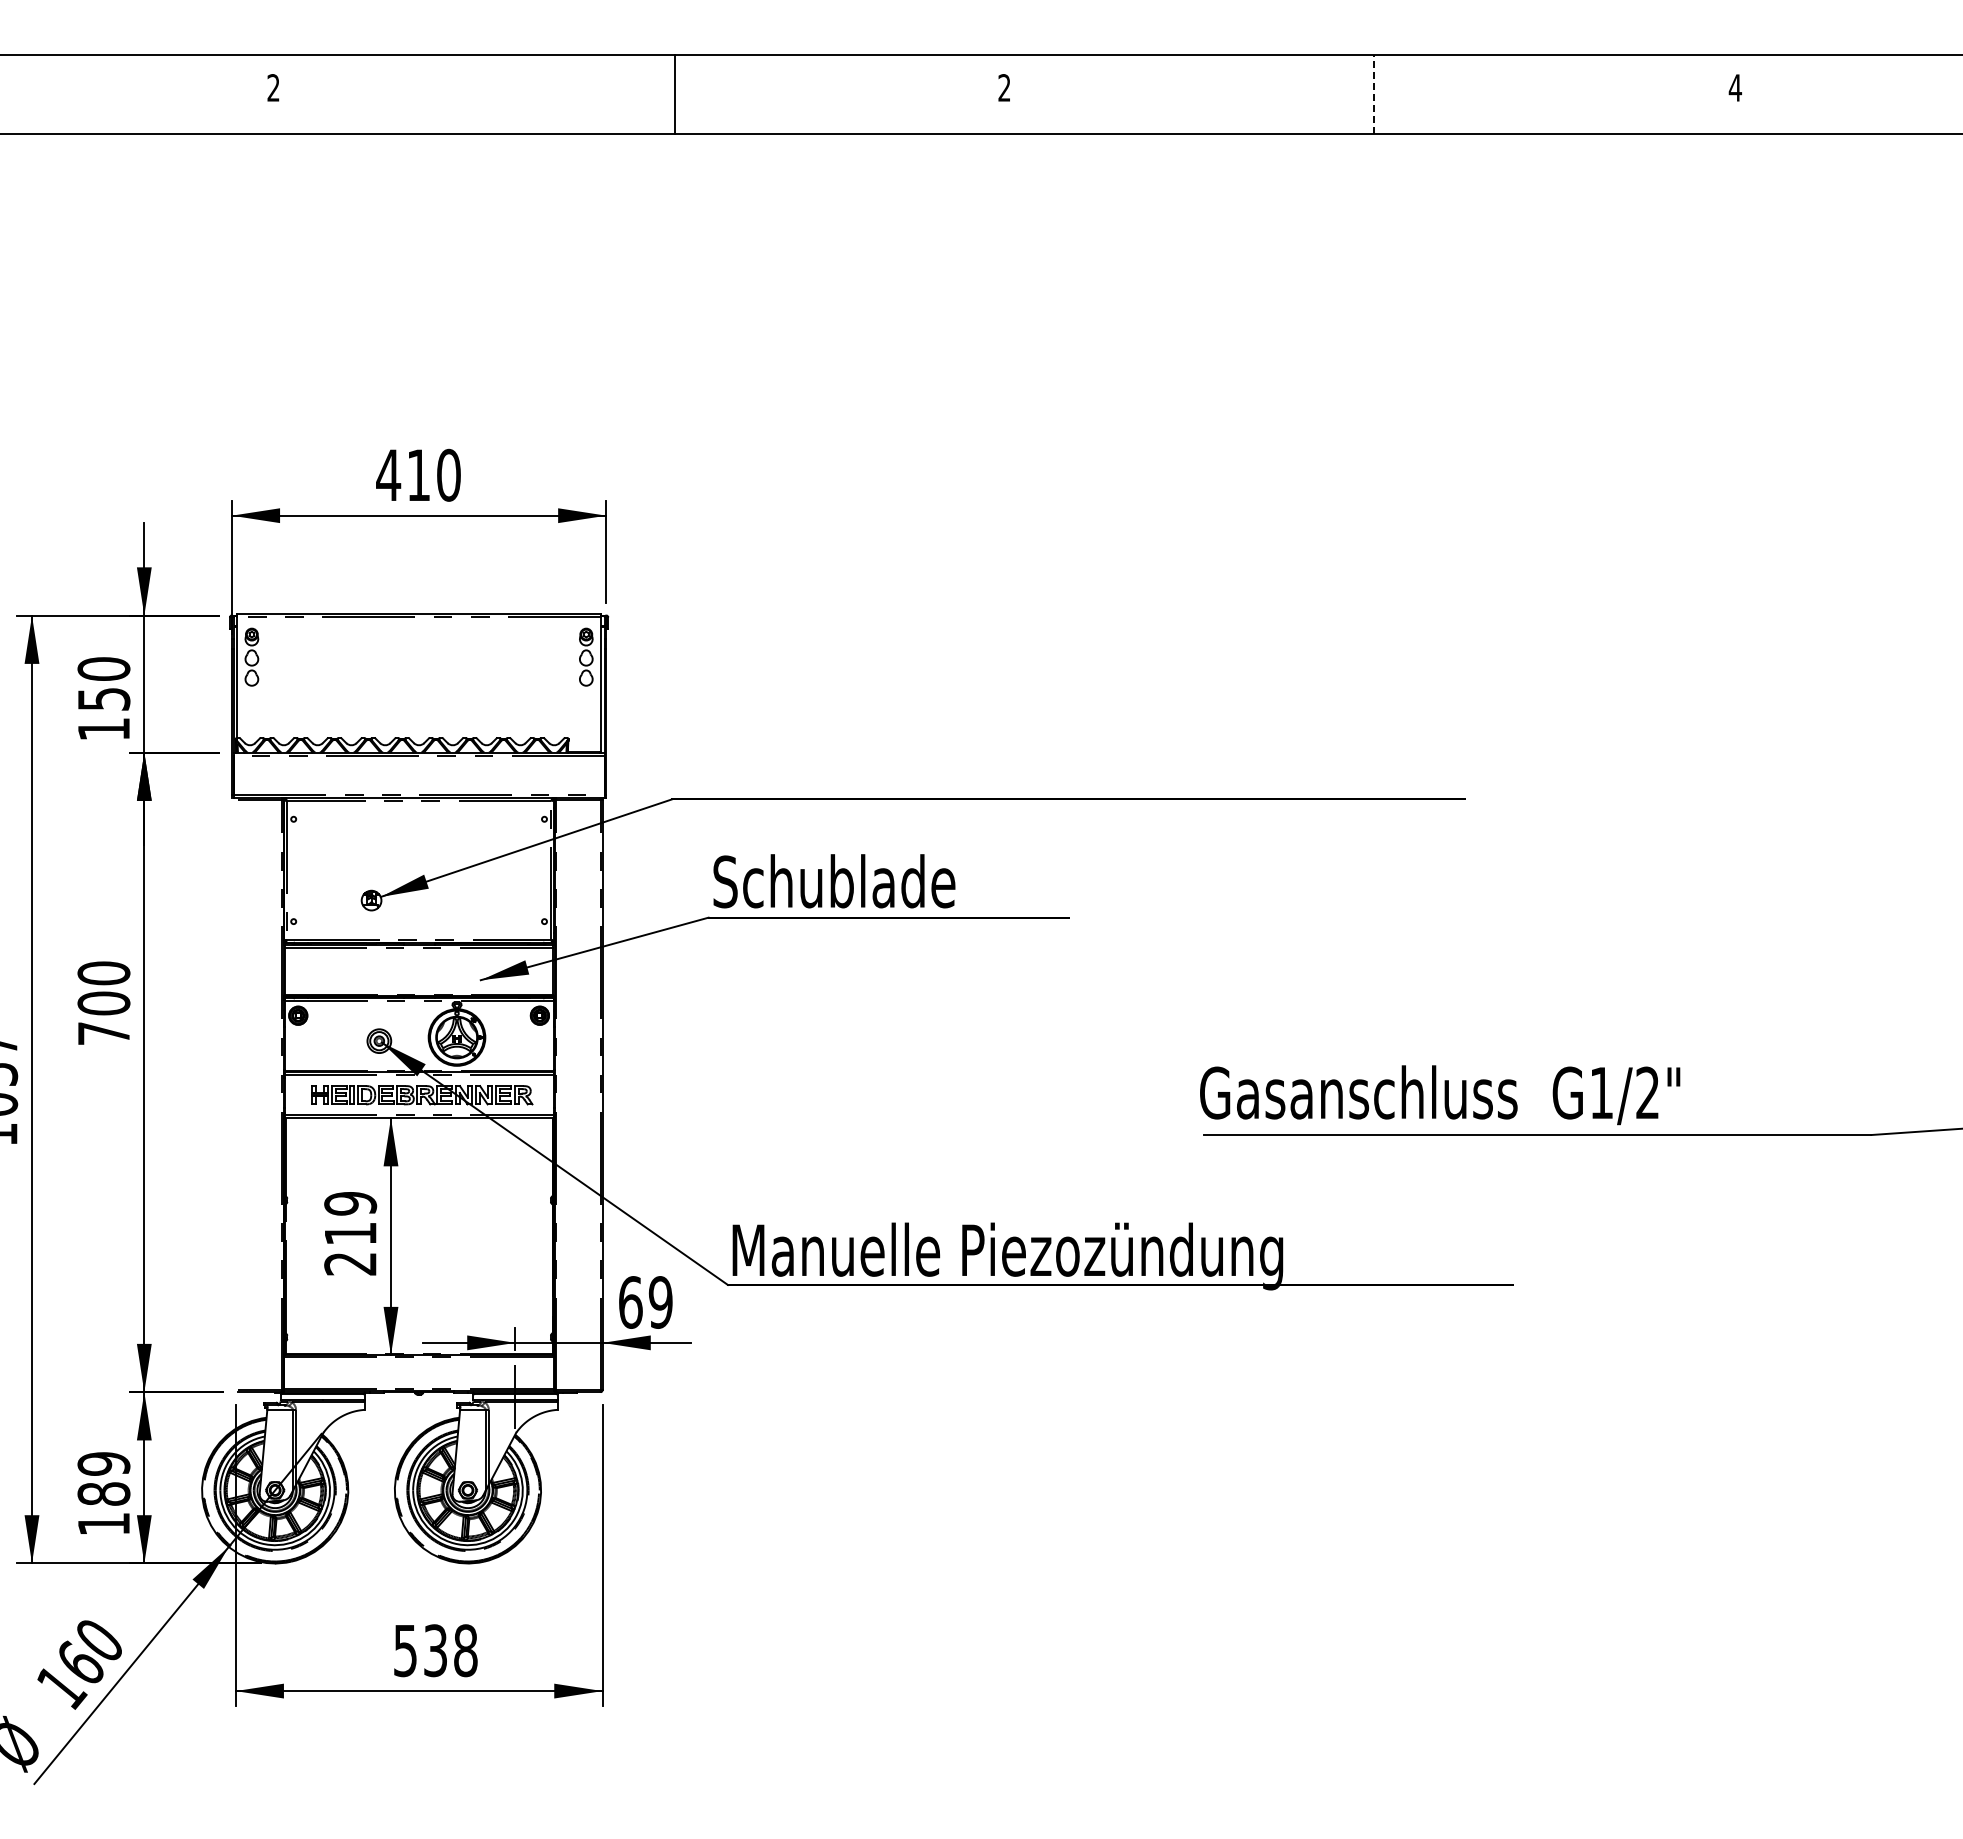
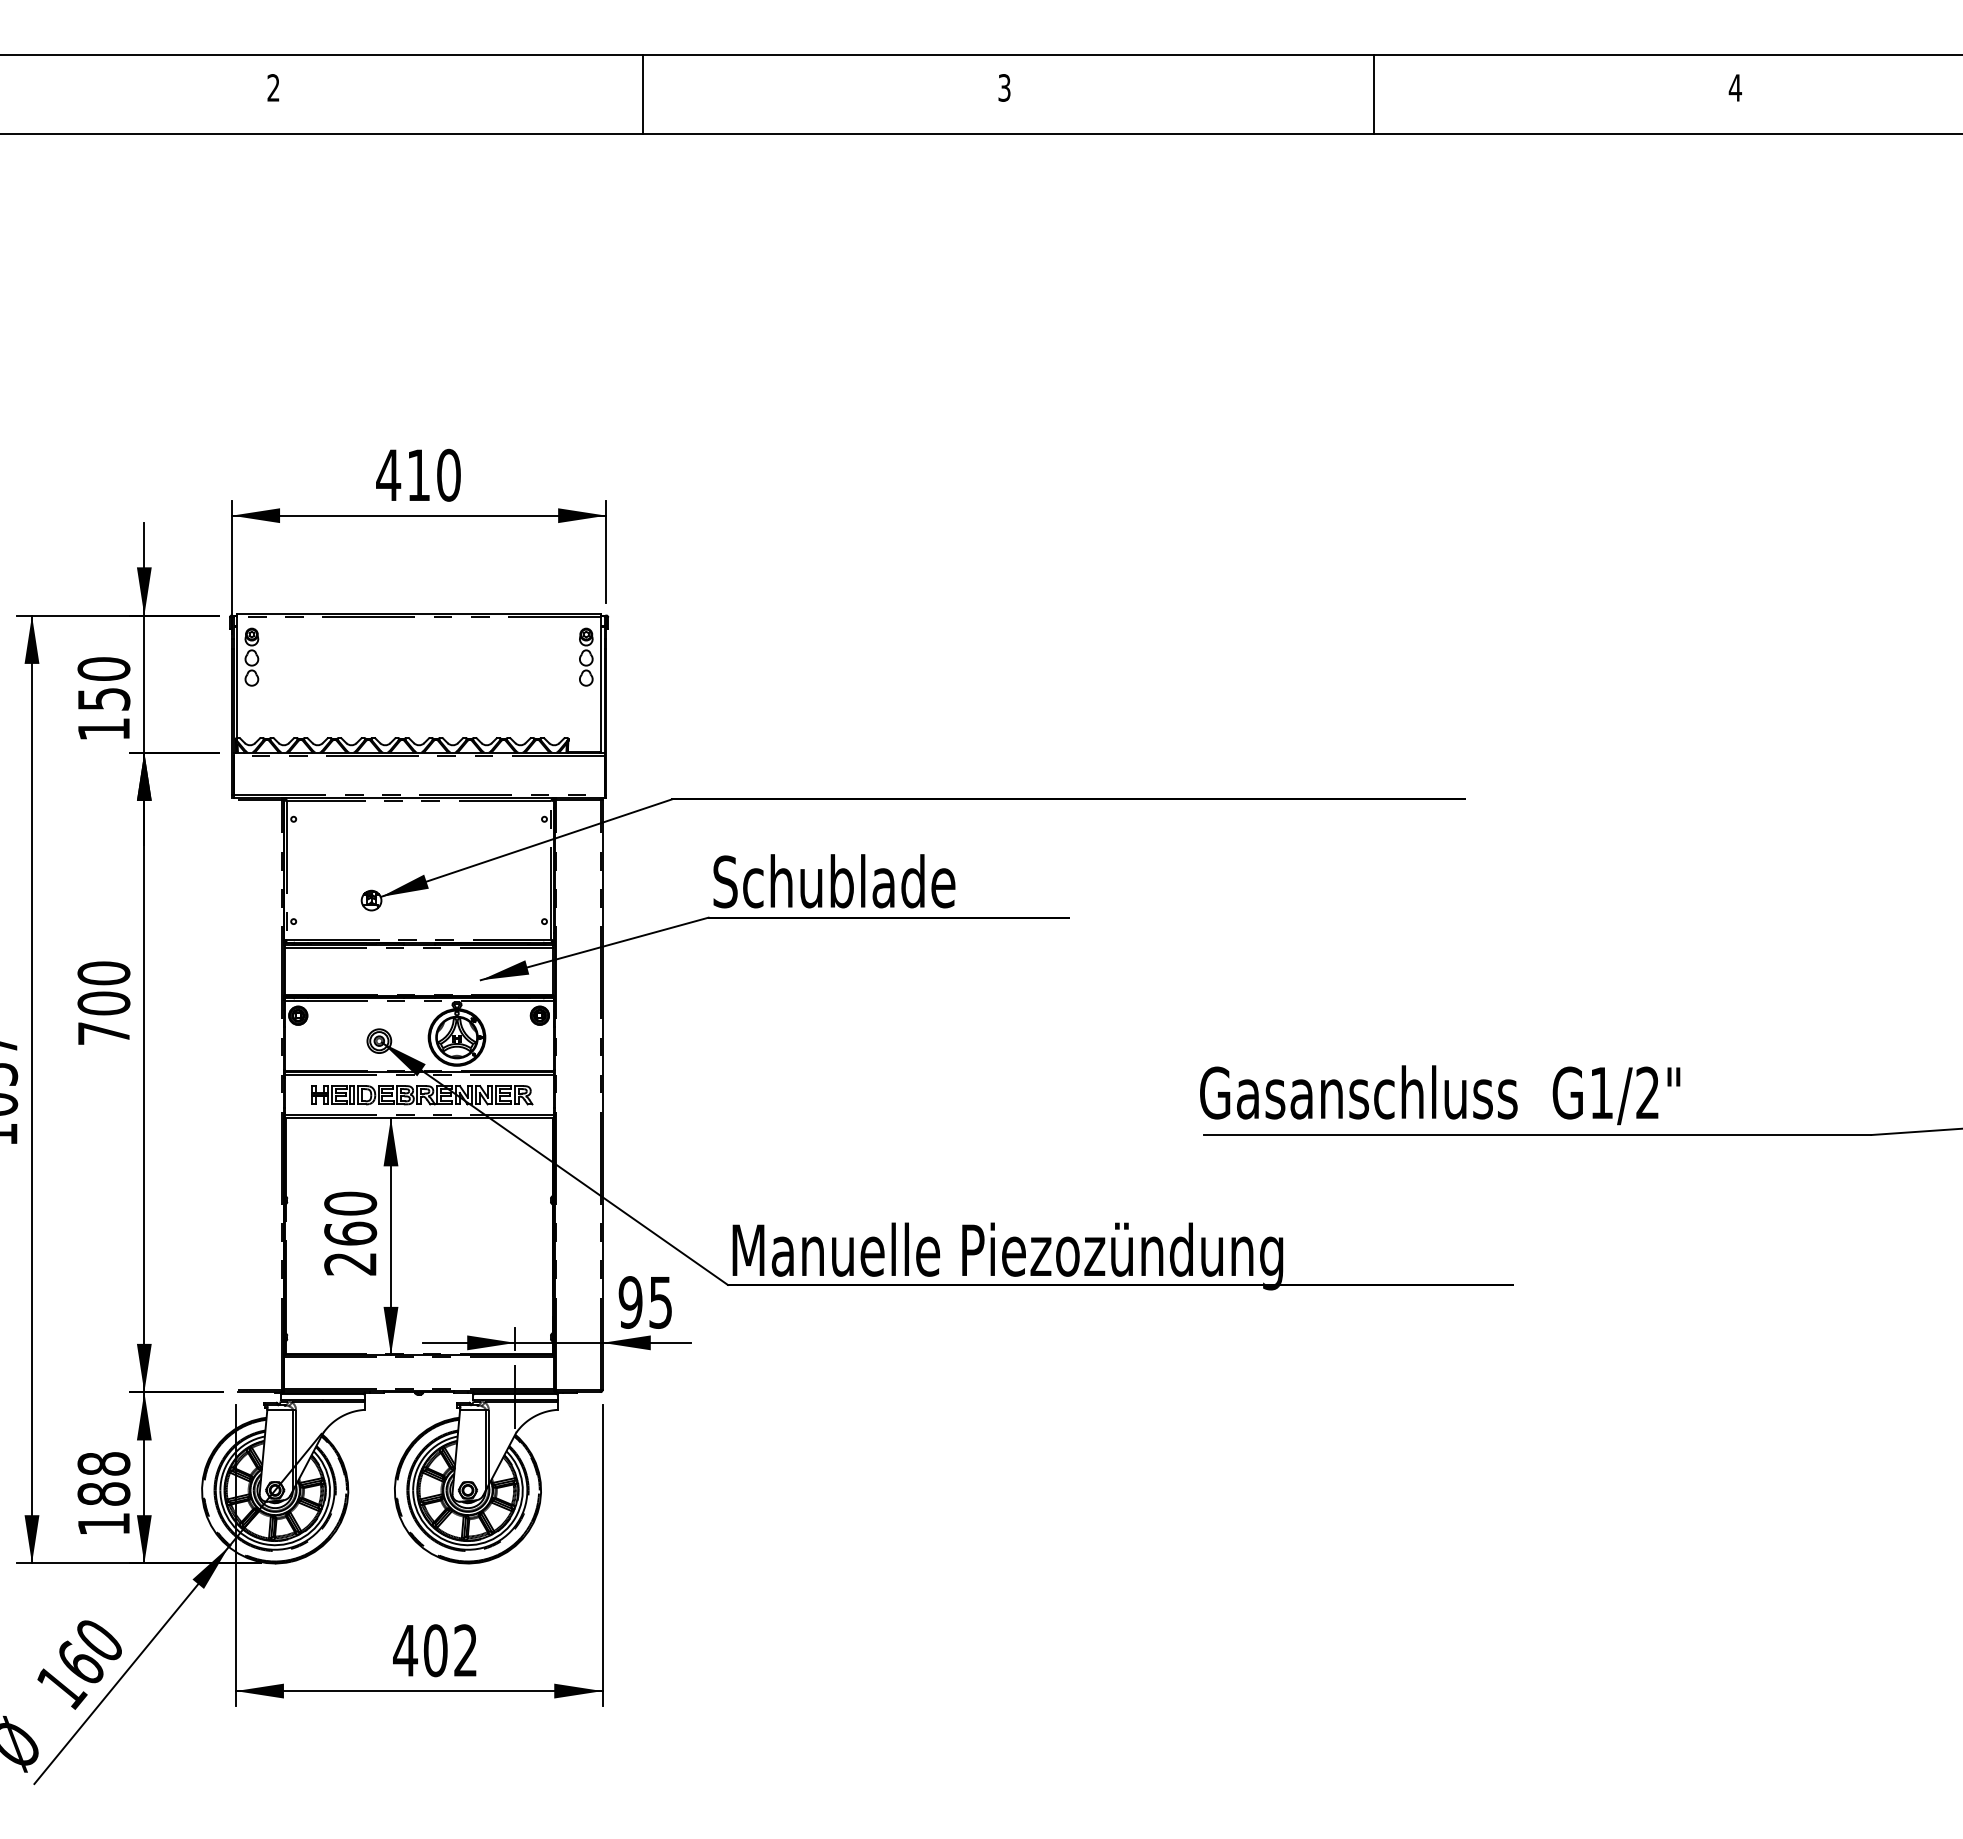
text at (1004, 87): 2 -> 3
line at (675, 94) position: (675, 94) -> (643, 94)
line at (1374, 94): dashed -> solid
text at (350, 1218): 219 -> 260
text at (645, 1302): 69 -> 95
text at (103, 1463): 189 -> 188
text at (435, 1650): 538 -> 402
